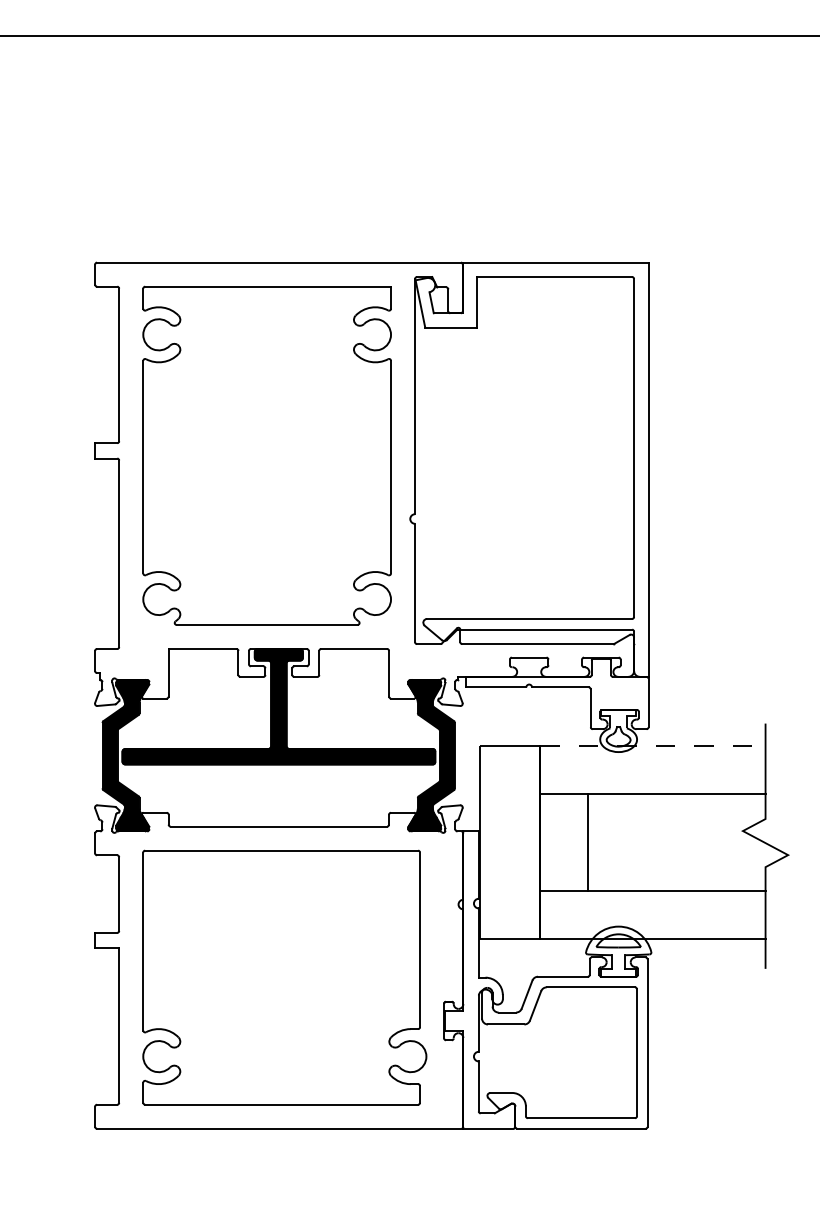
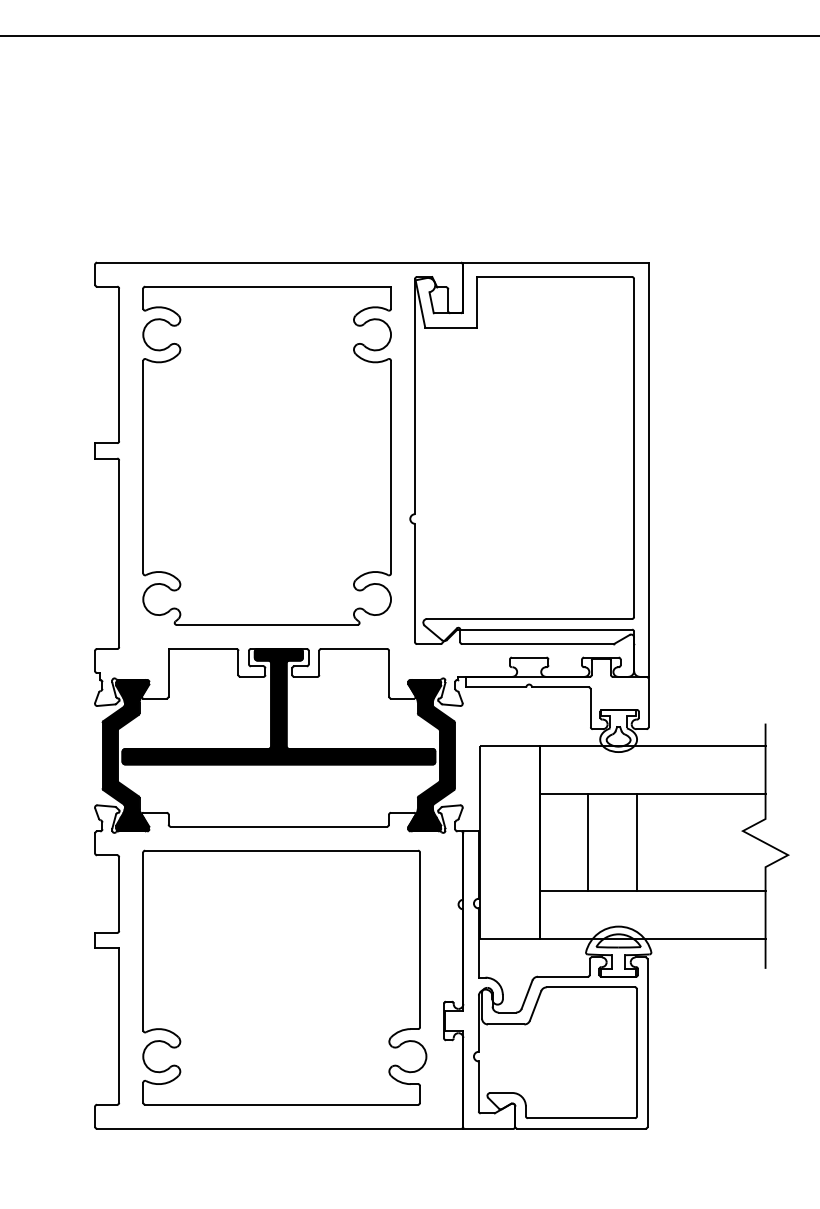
line at (652, 746): dashed -> solid
line at (636, 841): none -> present
